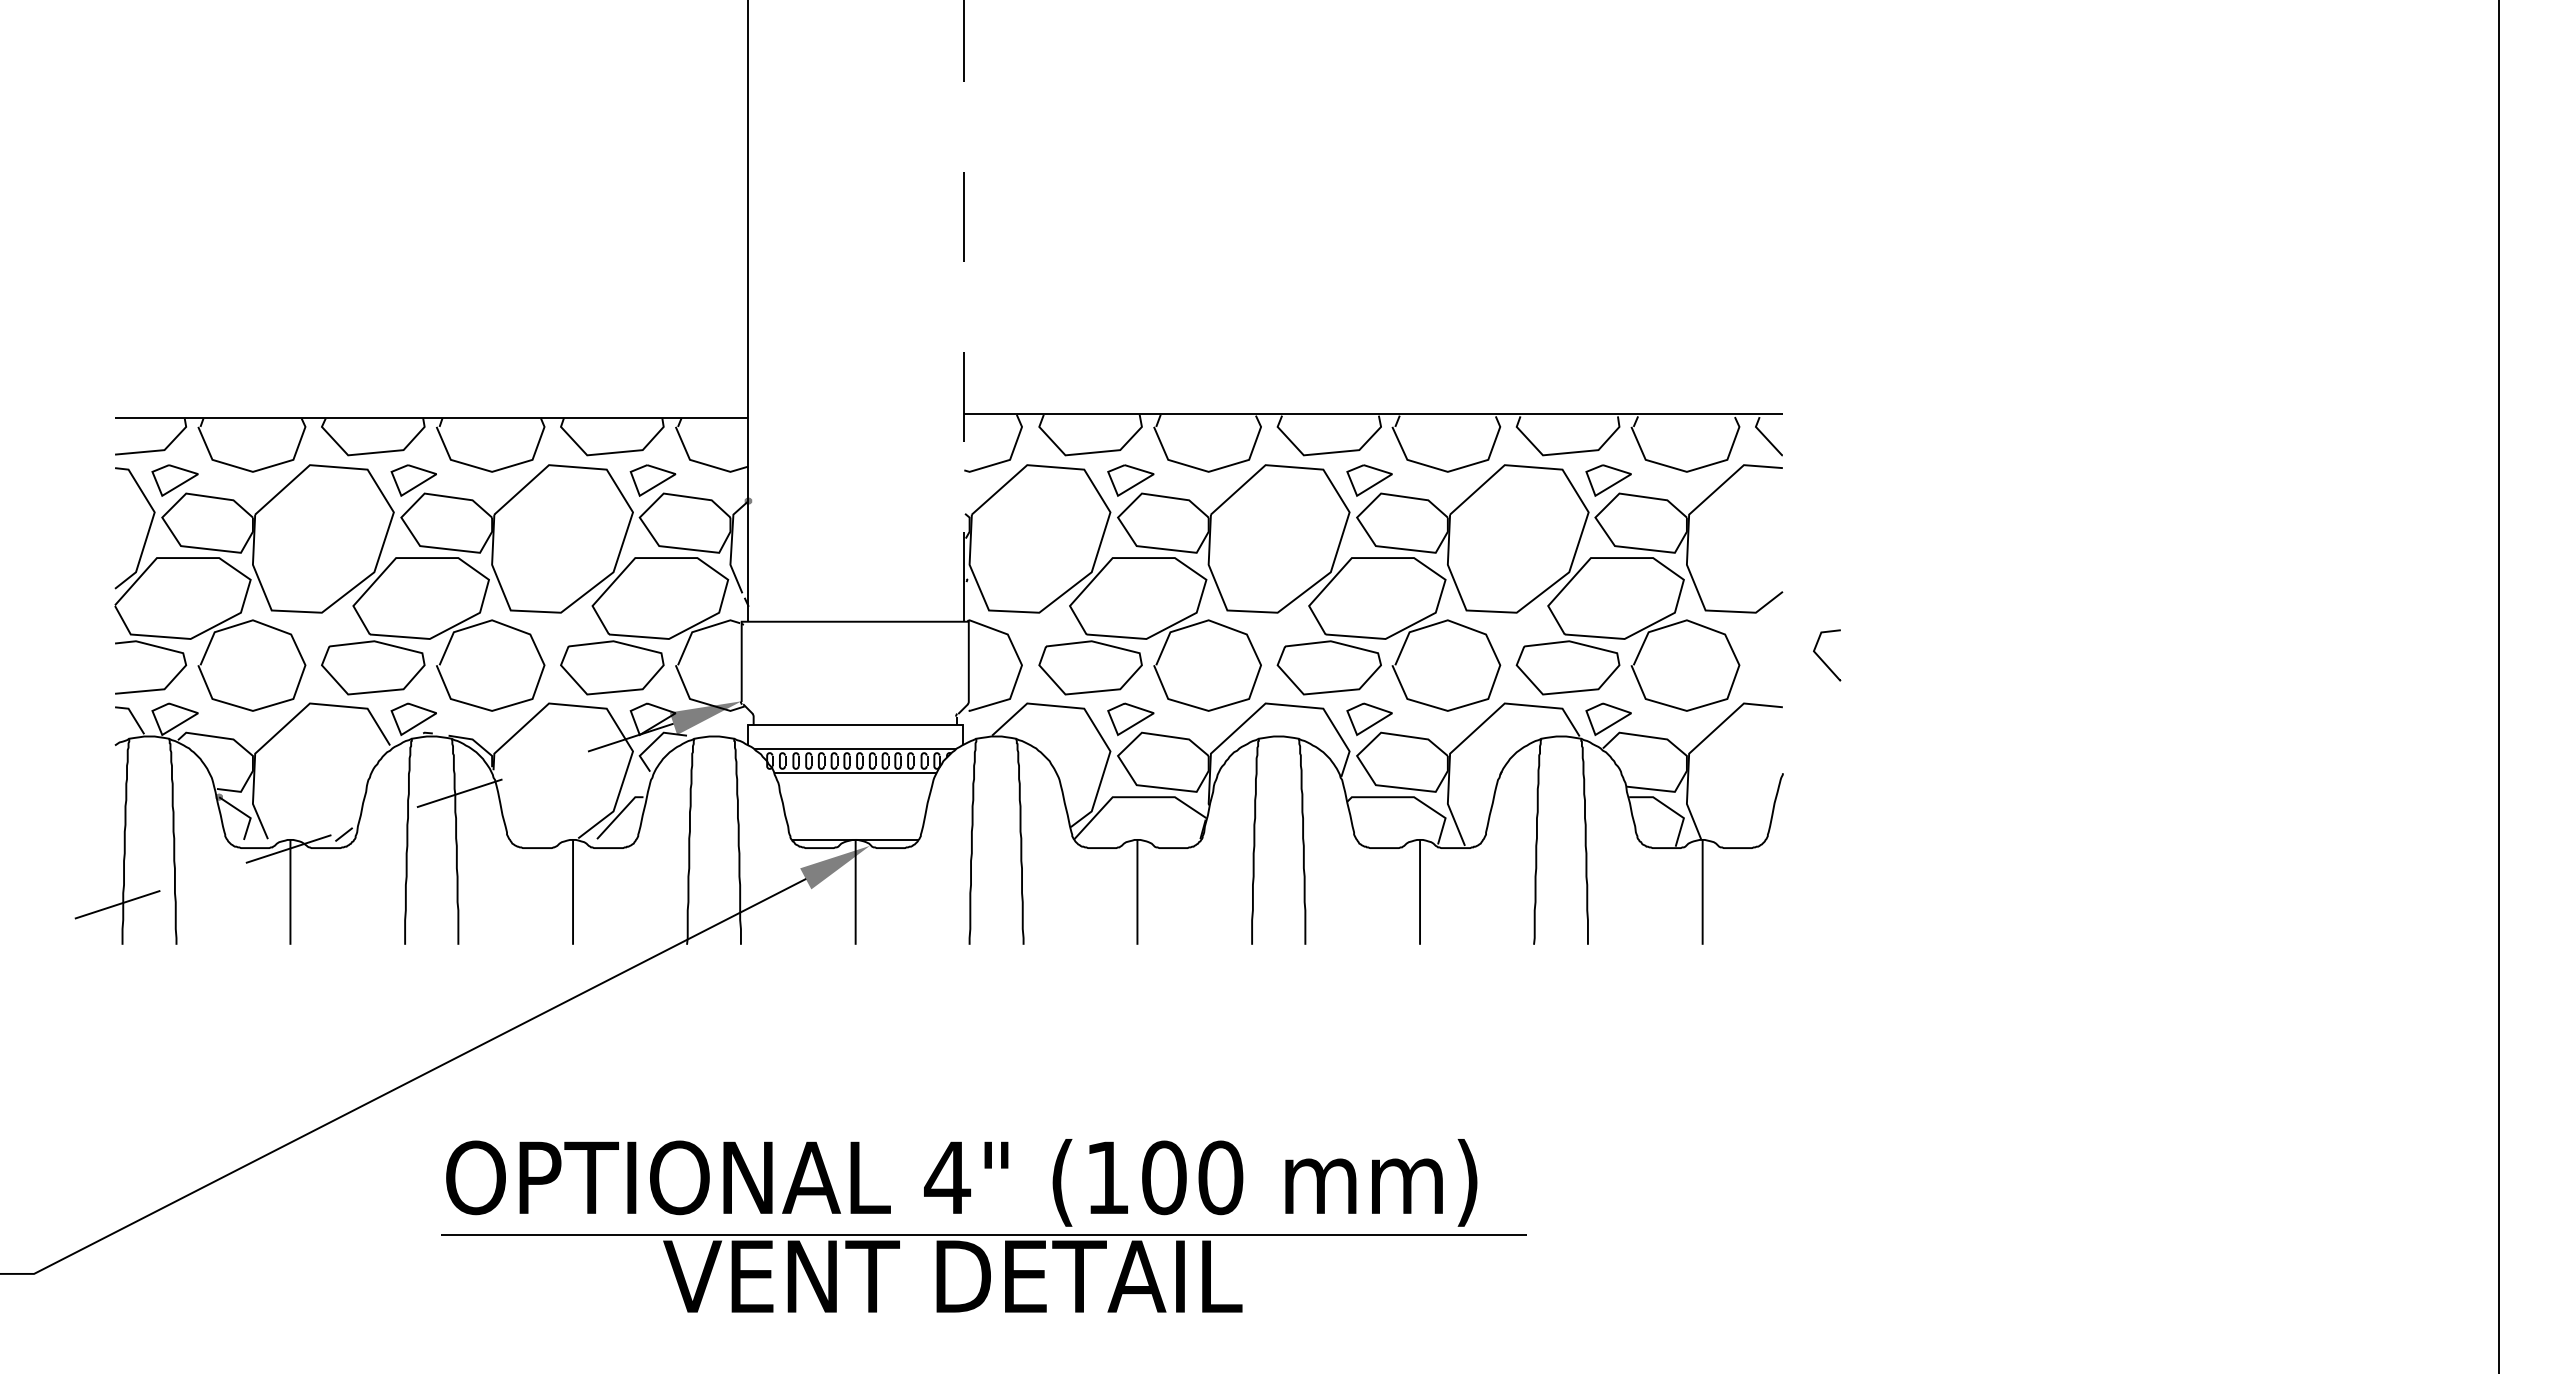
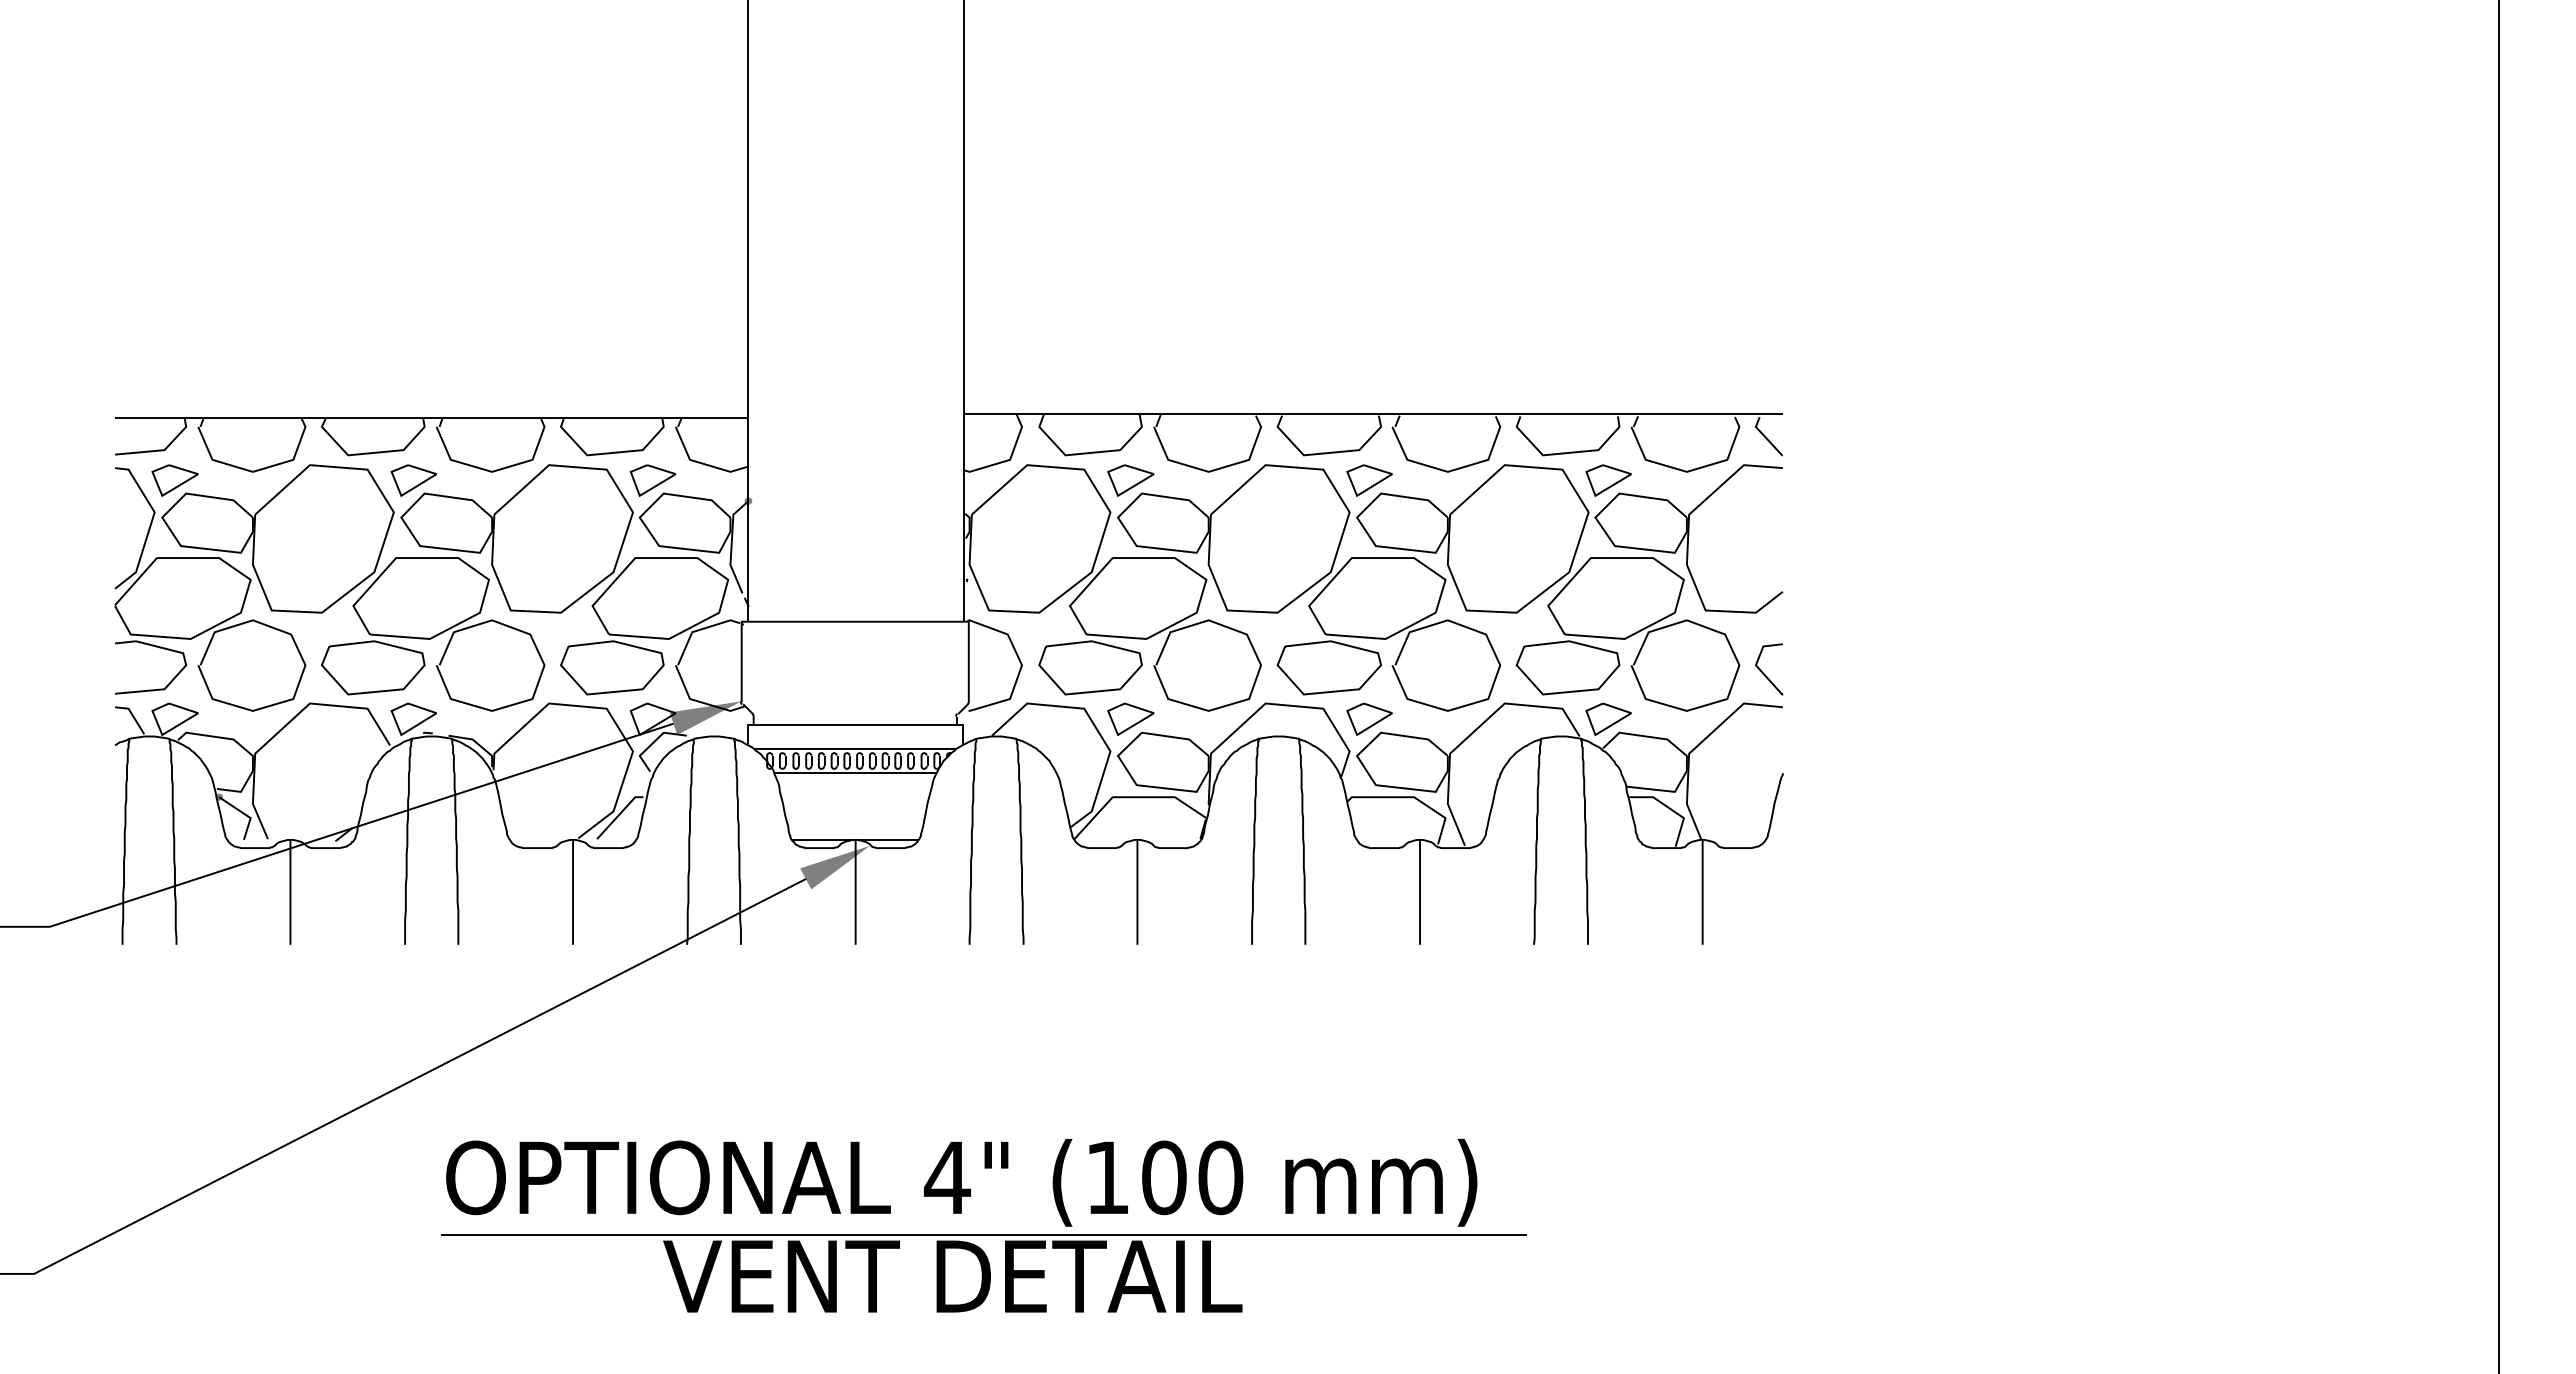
line at (963, 311): dashed -> solid
line at (1822, 659) position: (1822, 659) -> (1764, 673)
line at (337, 833): dashed -> solid
